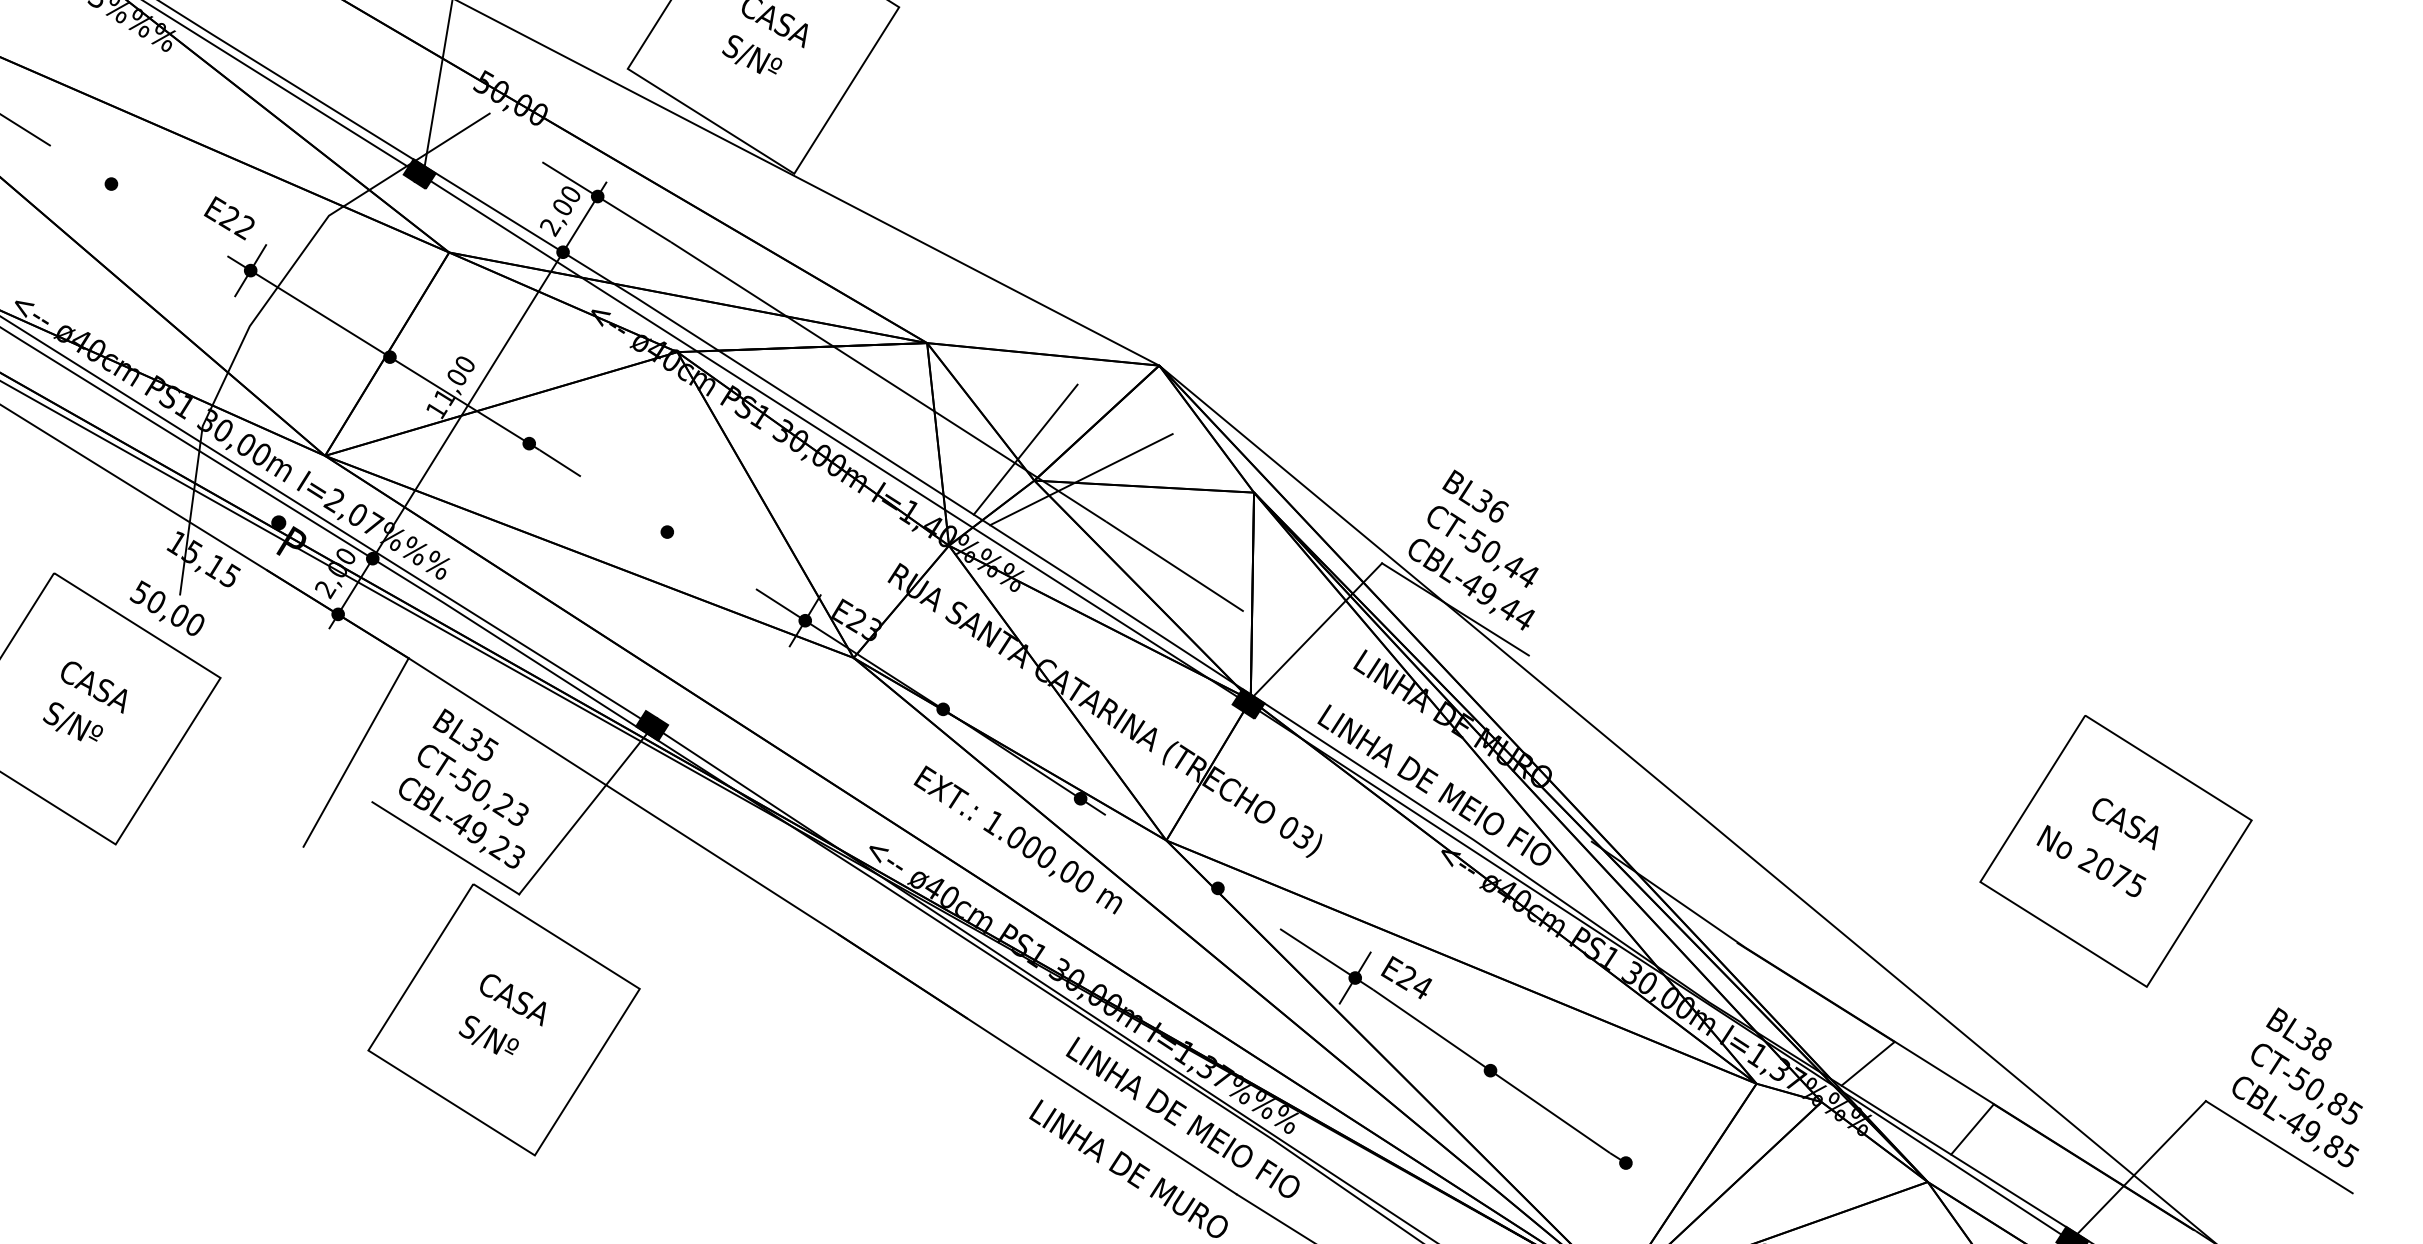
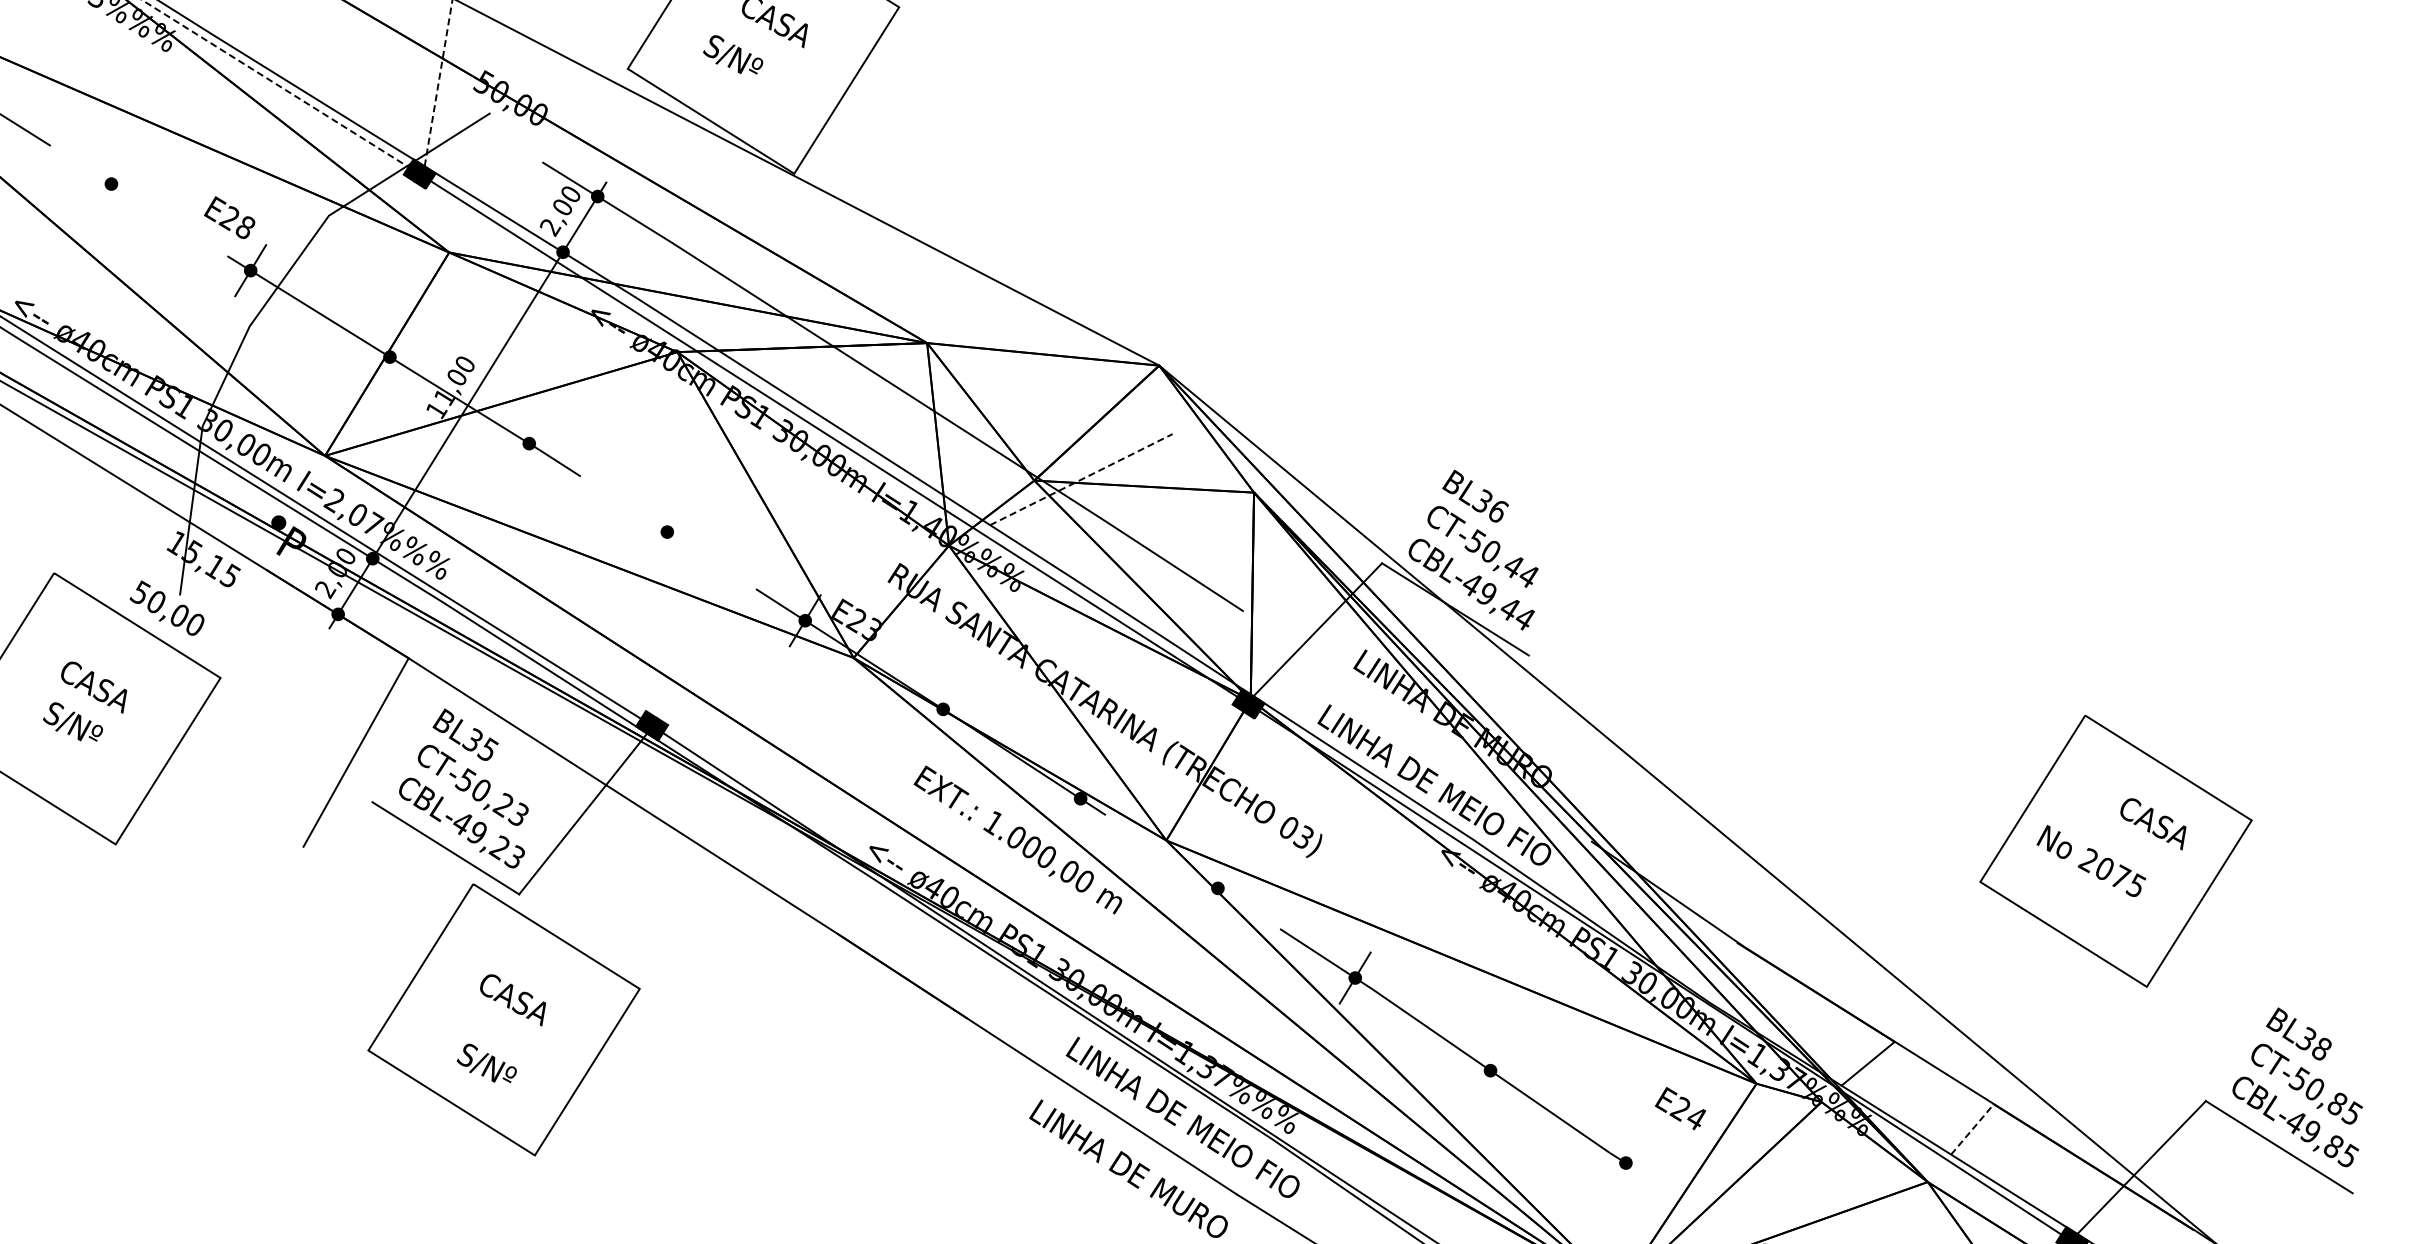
text at (752, 54) position: (752, 54) -> (733, 54)
line at (438, 82): solid -> dashed
line at (281, 87): solid -> dashed
text at (244, 227): E22 -> E28
line at (1025, 449): present -> none
line at (1081, 479): solid -> dashed
text at (2125, 824) position: (2125, 824) -> (2153, 824)
text at (1406, 977) position: (1406, 977) -> (1680, 1108)
text at (488, 1035) position: (488, 1035) -> (486, 1063)
line at (1972, 1129): solid -> dashed
